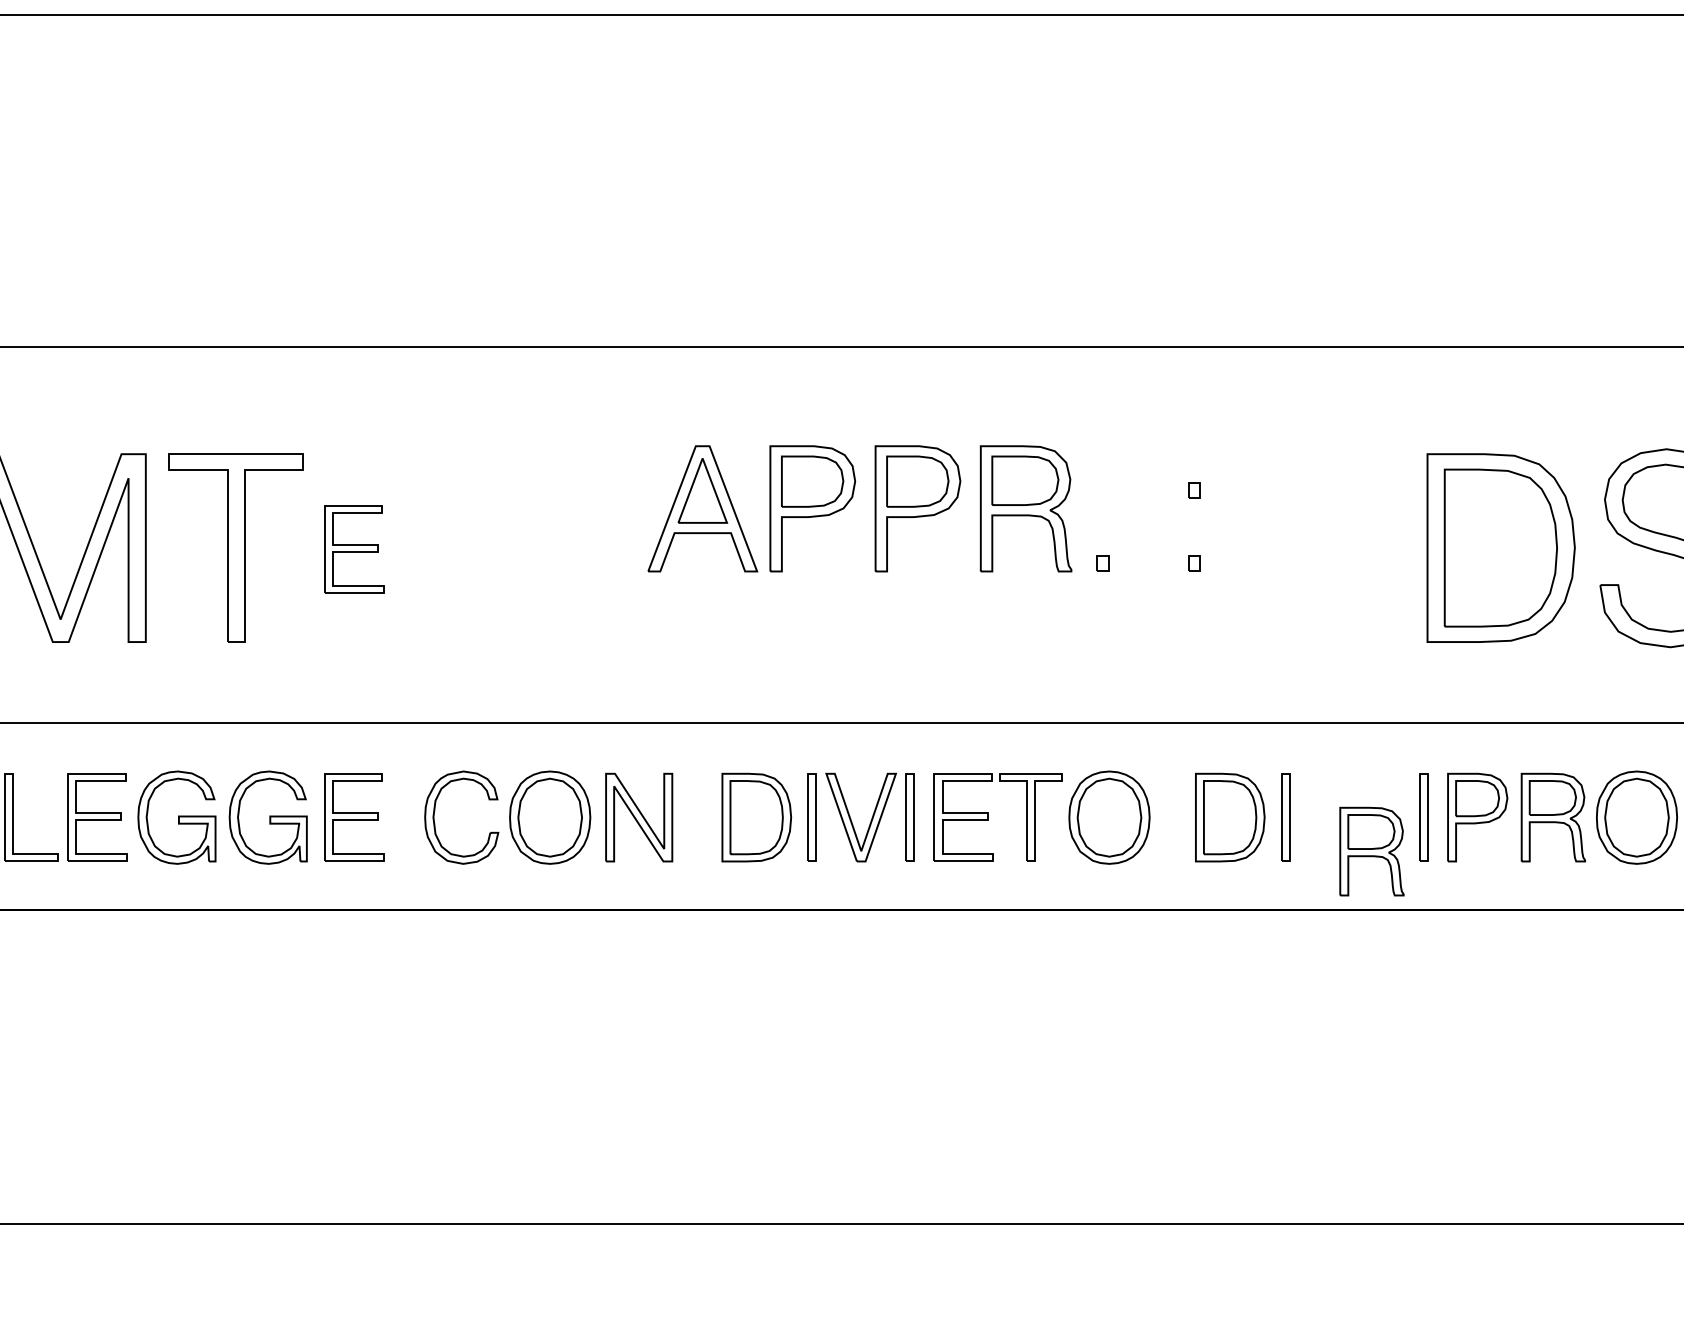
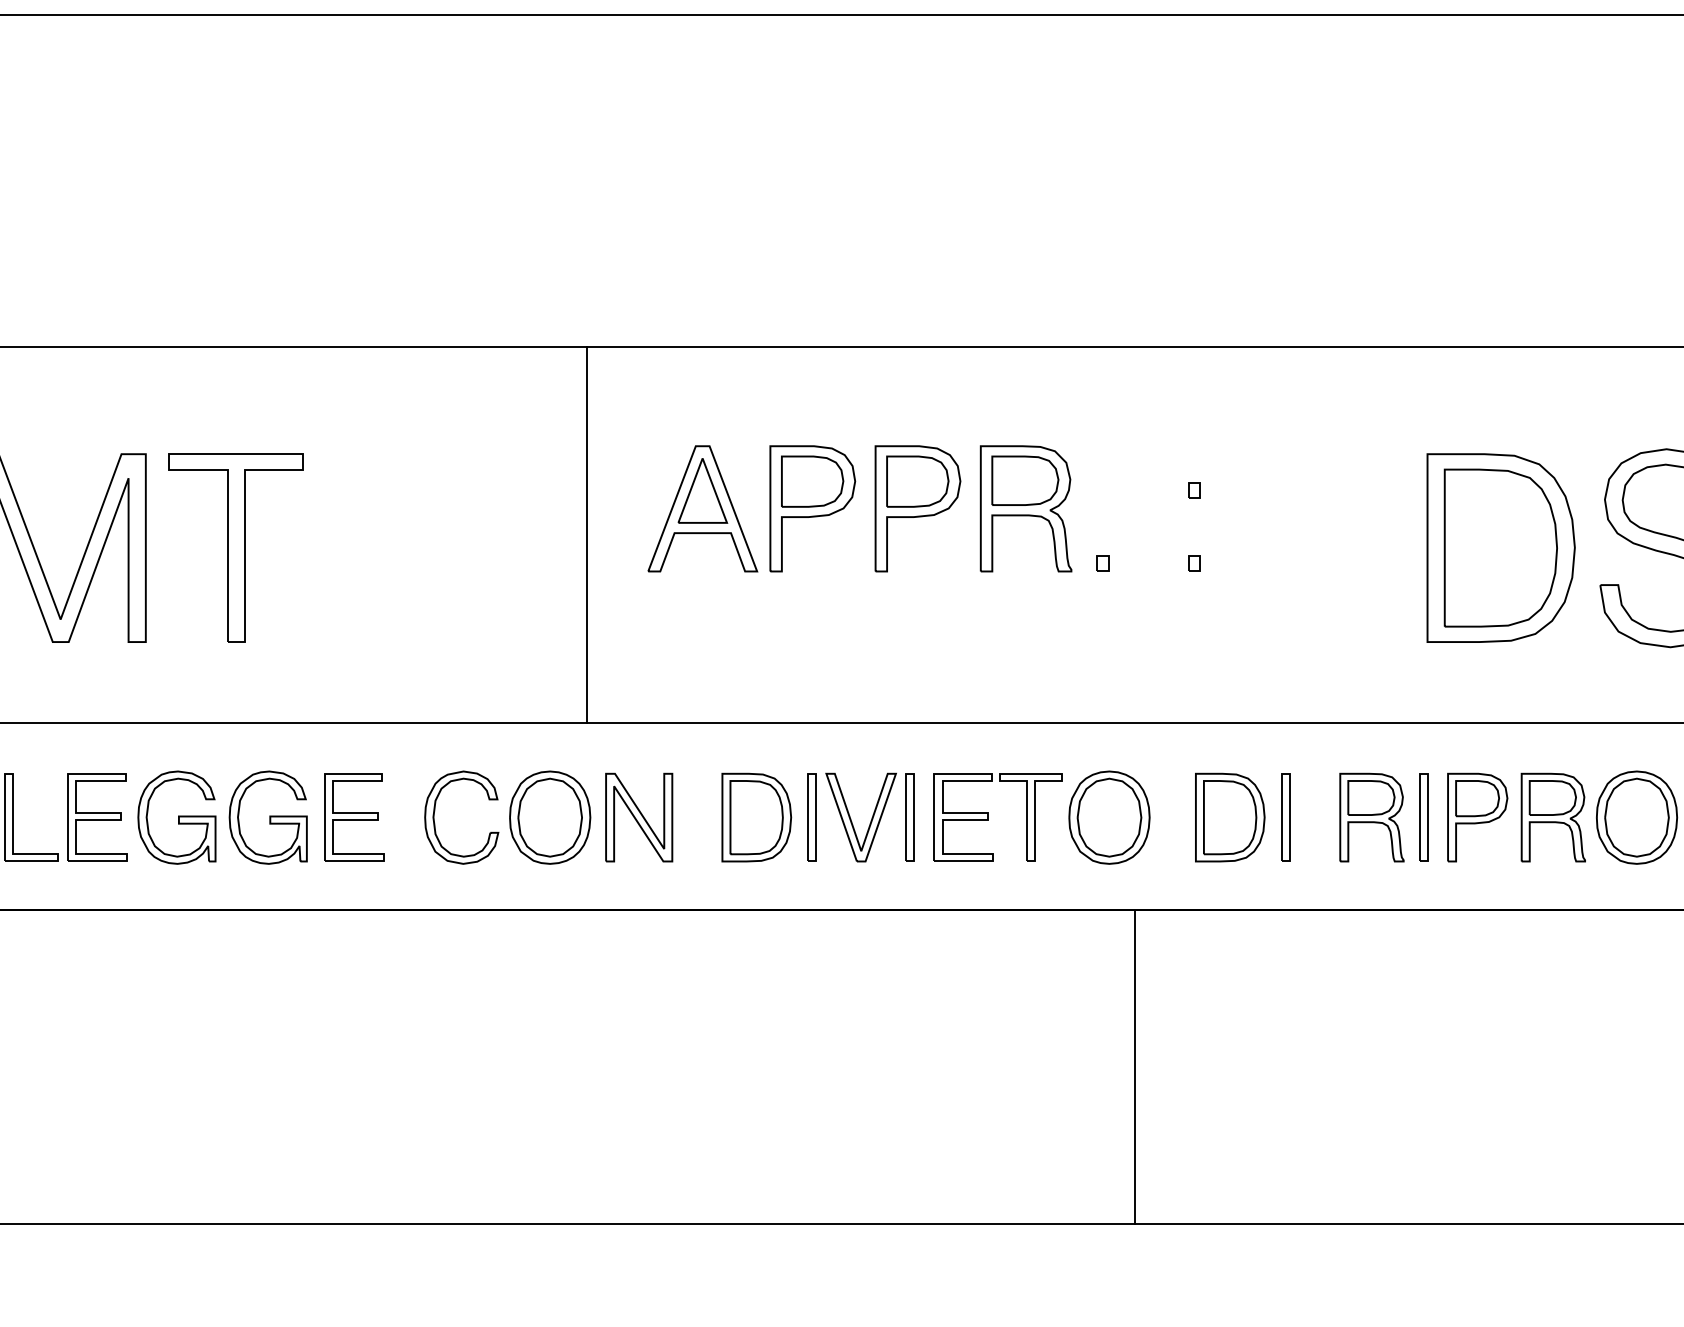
line at (586, 534): none -> present
part at (354, 549): present -> none
part at (1371, 851) position: (1371, 851) -> (1371, 817)
line at (1134, 1066): none -> present
